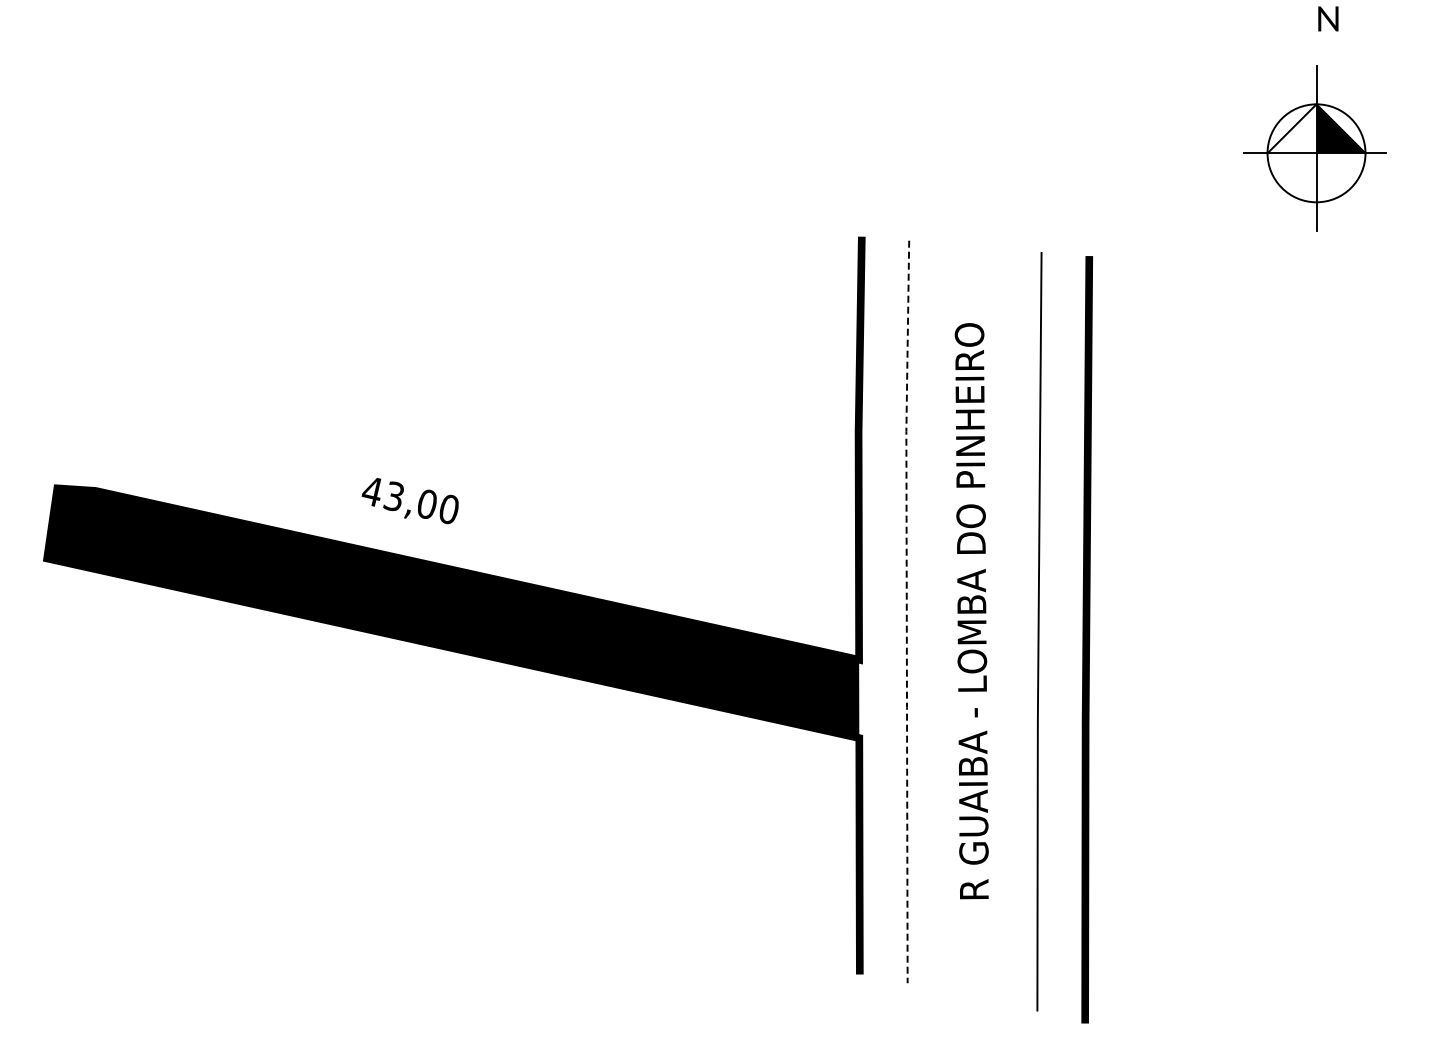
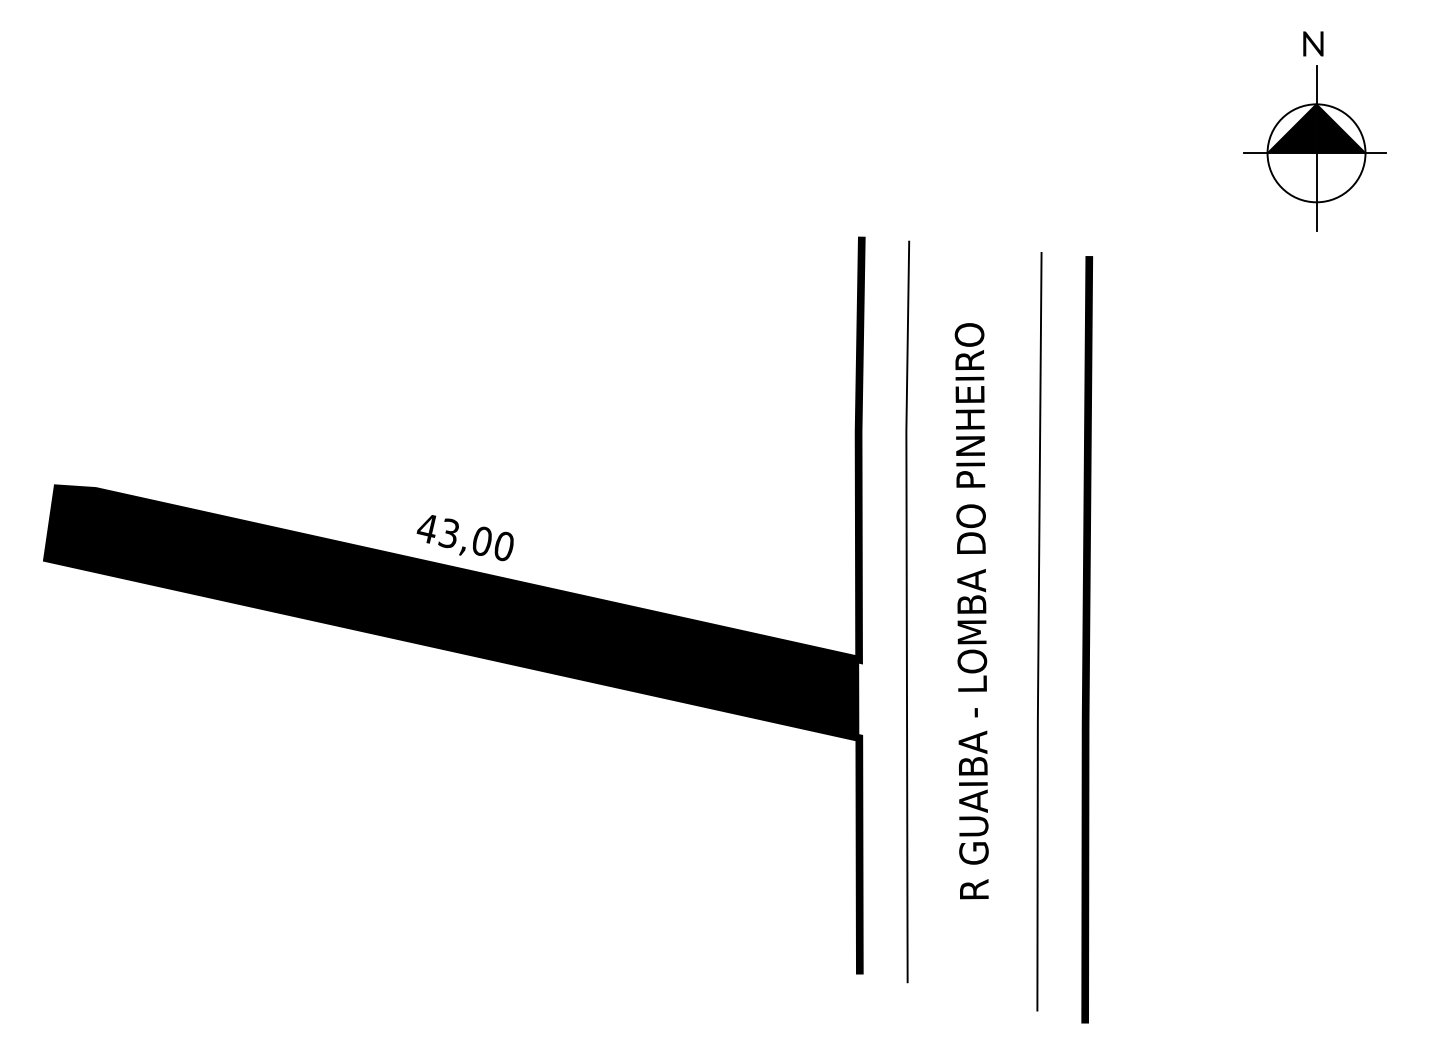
text at (1328, 18) position: (1328, 18) -> (1313, 43)
fill at (1291, 128): none -> present
text at (409, 501) position: (409, 501) -> (464, 538)
line at (906, 611): dashed -> solid
